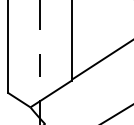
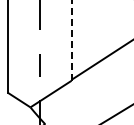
line at (71, 40): solid -> dashed
